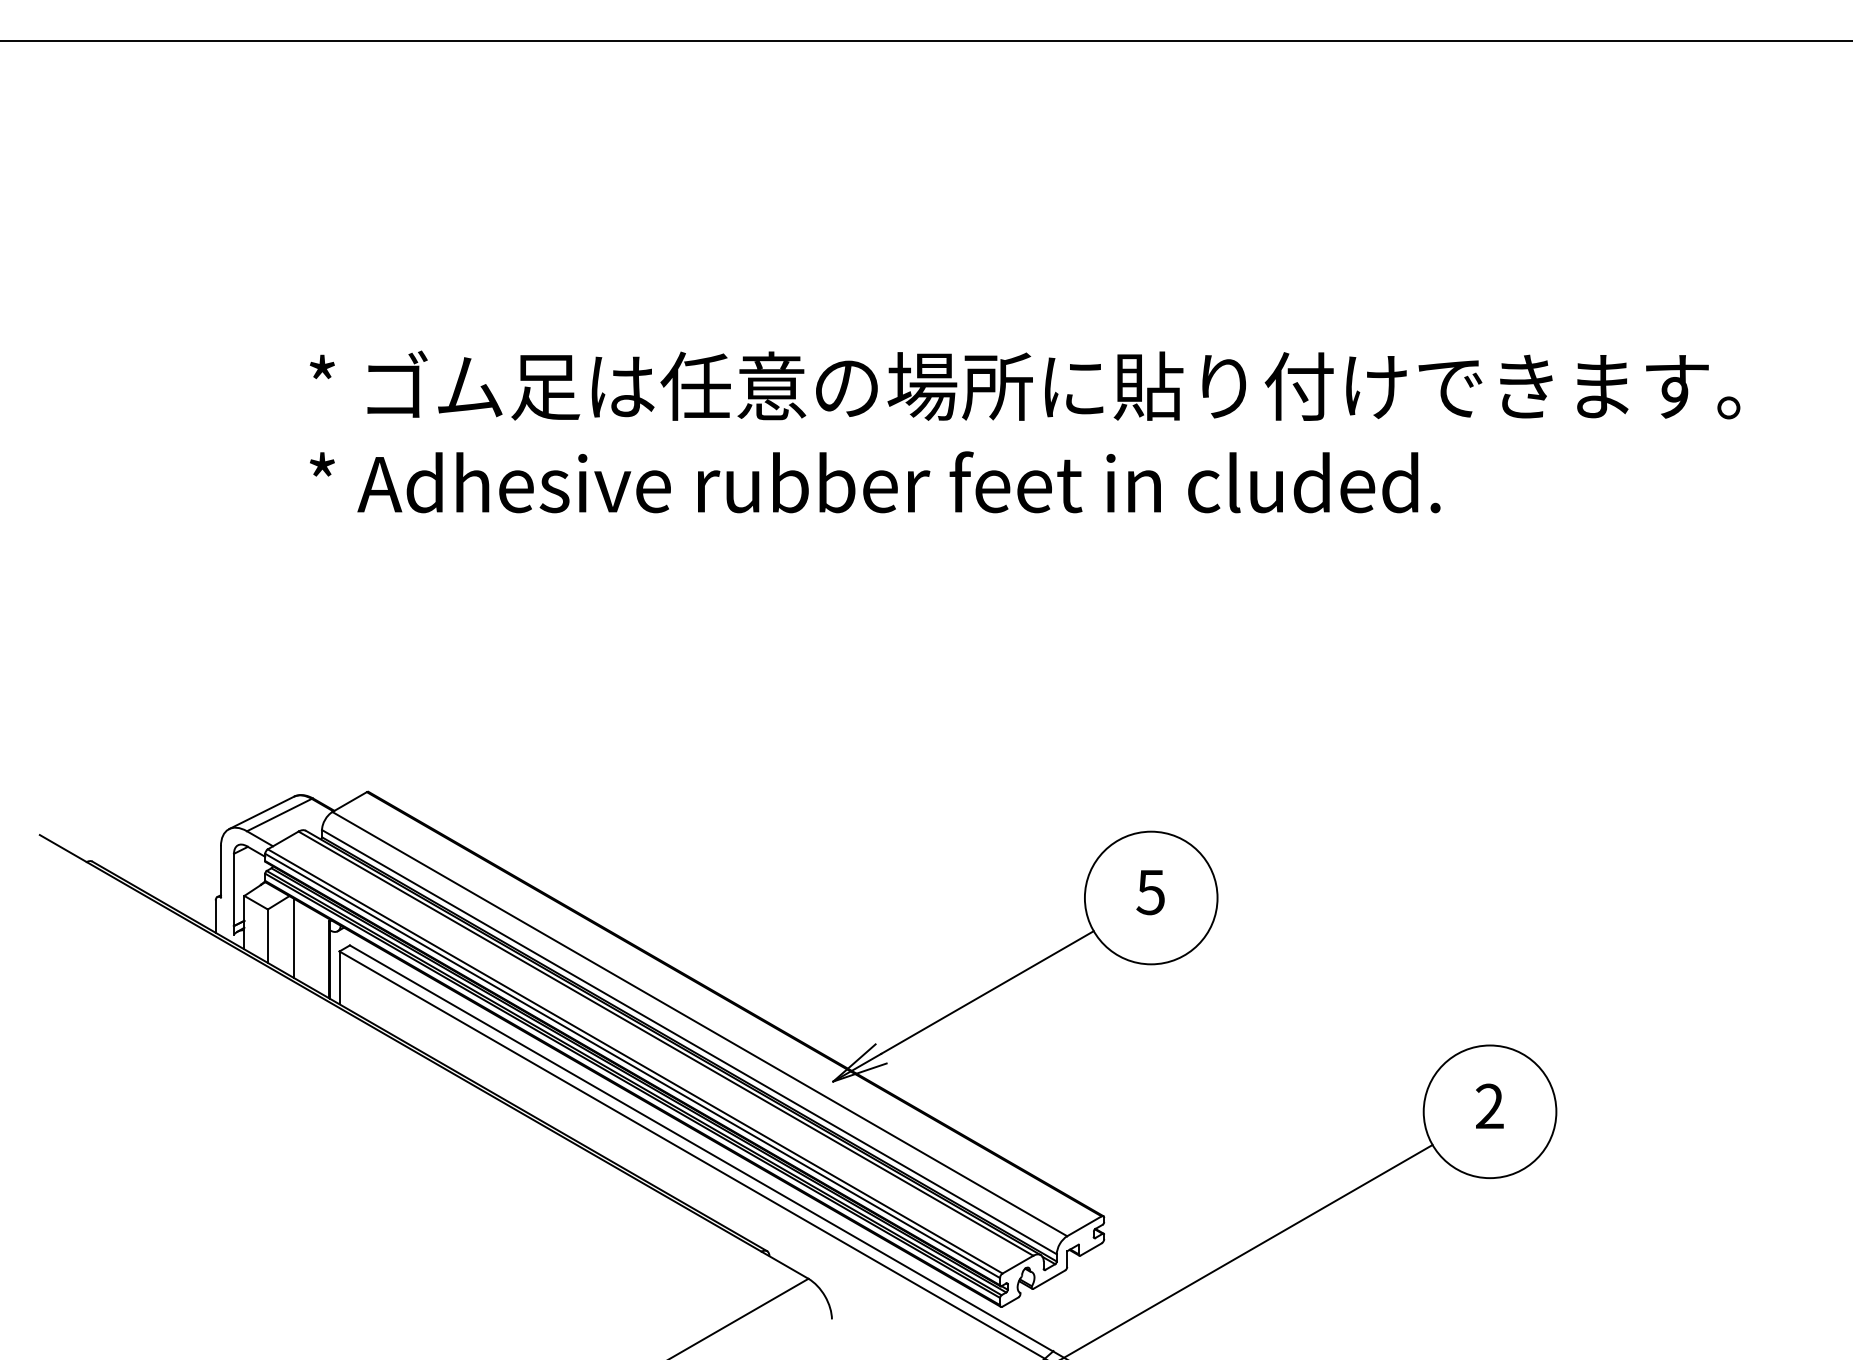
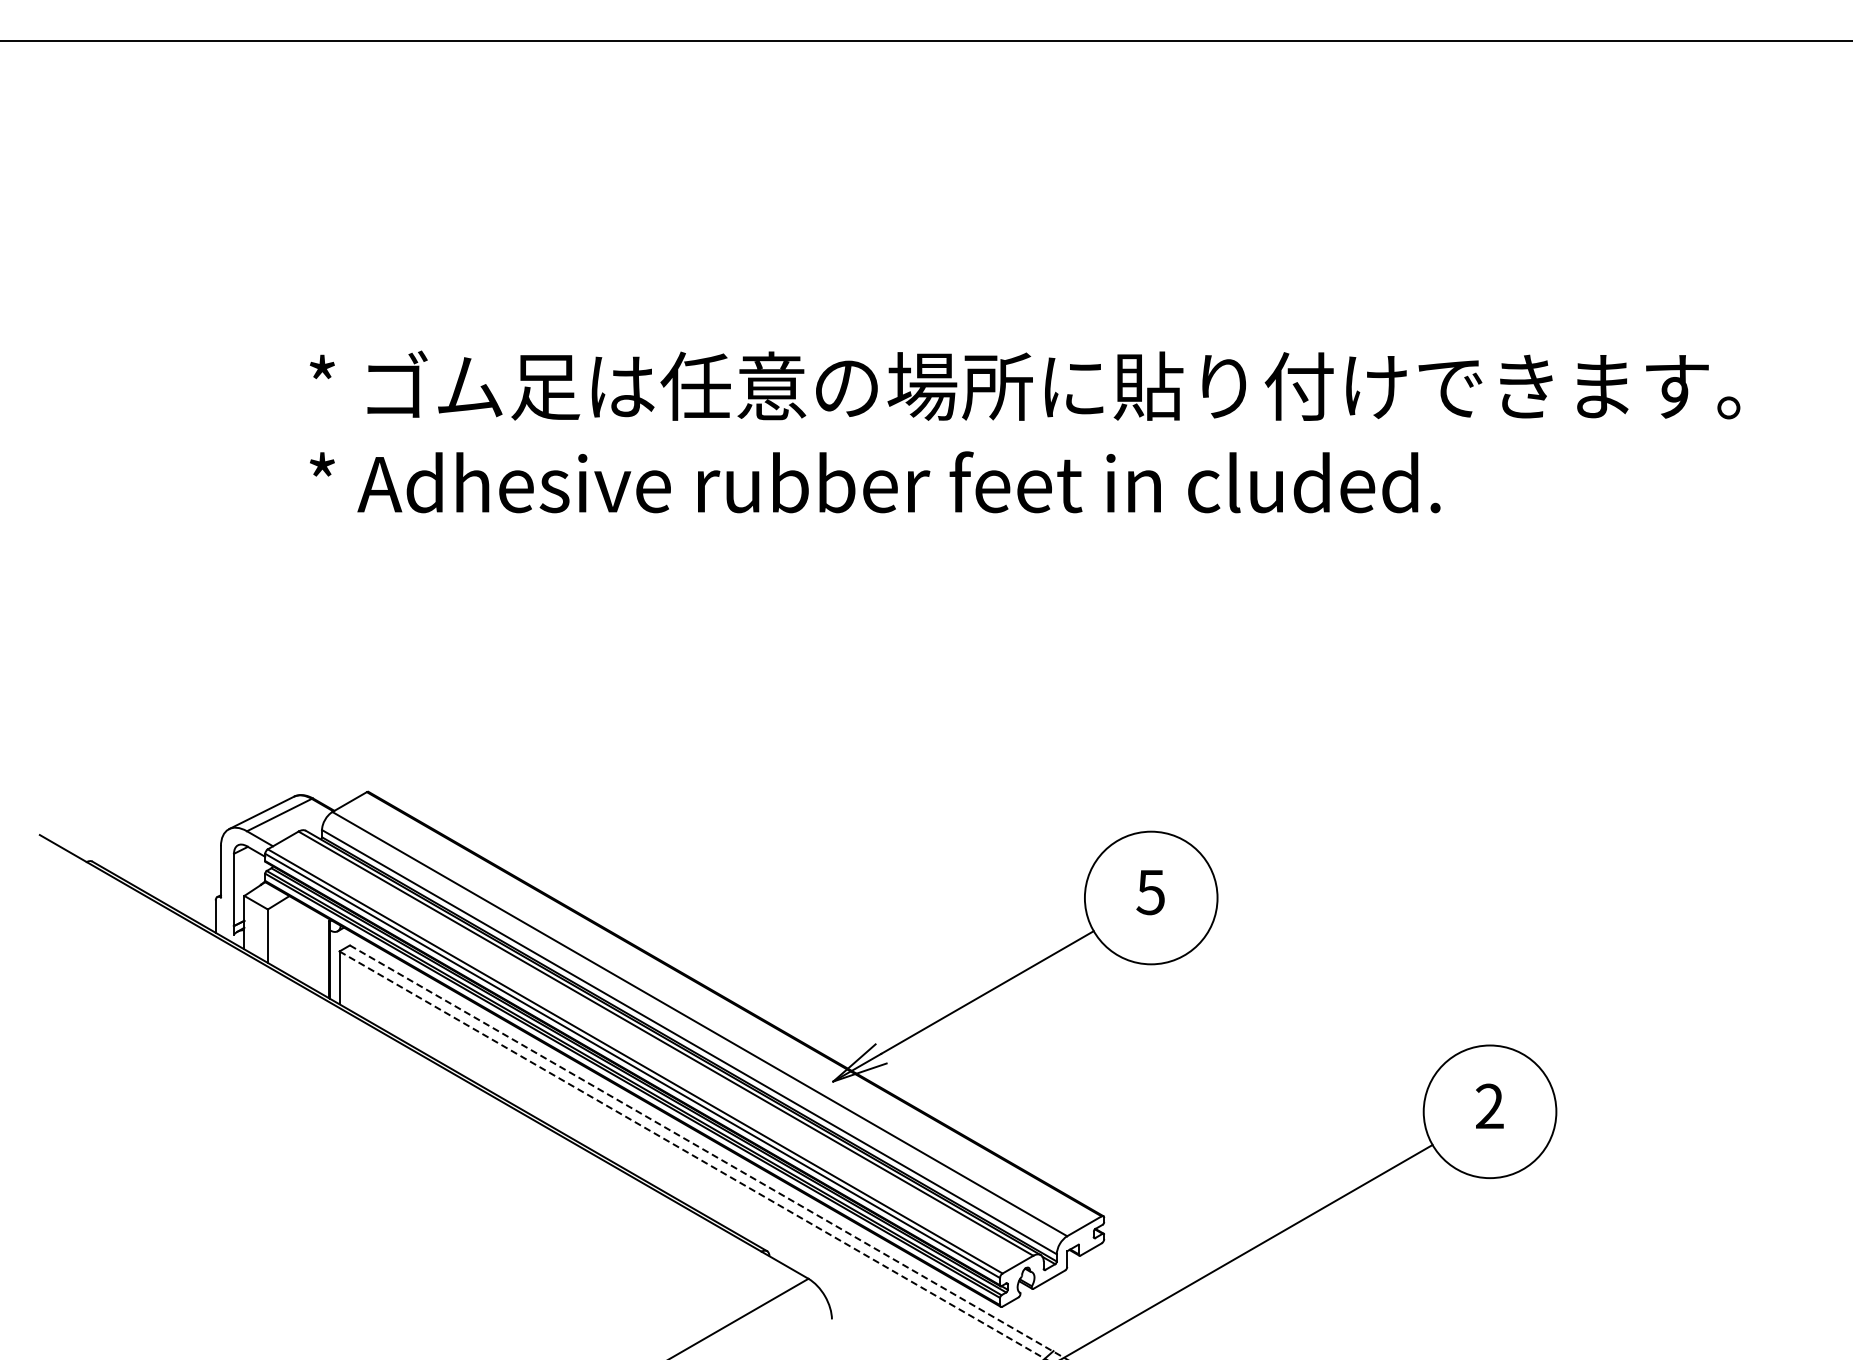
line at (293, 937): present -> none
line at (709, 1152): solid -> dashed
line at (693, 1155): solid -> dashed
